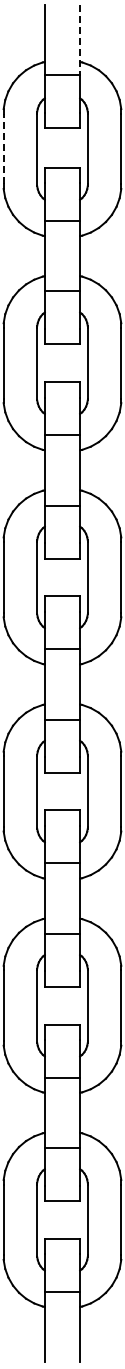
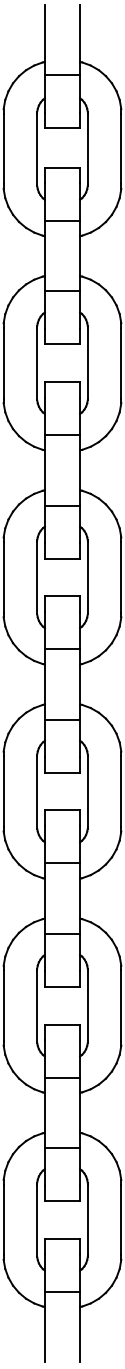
line at (80, 40): dashed -> solid
line at (3, 148): dashed -> solid
